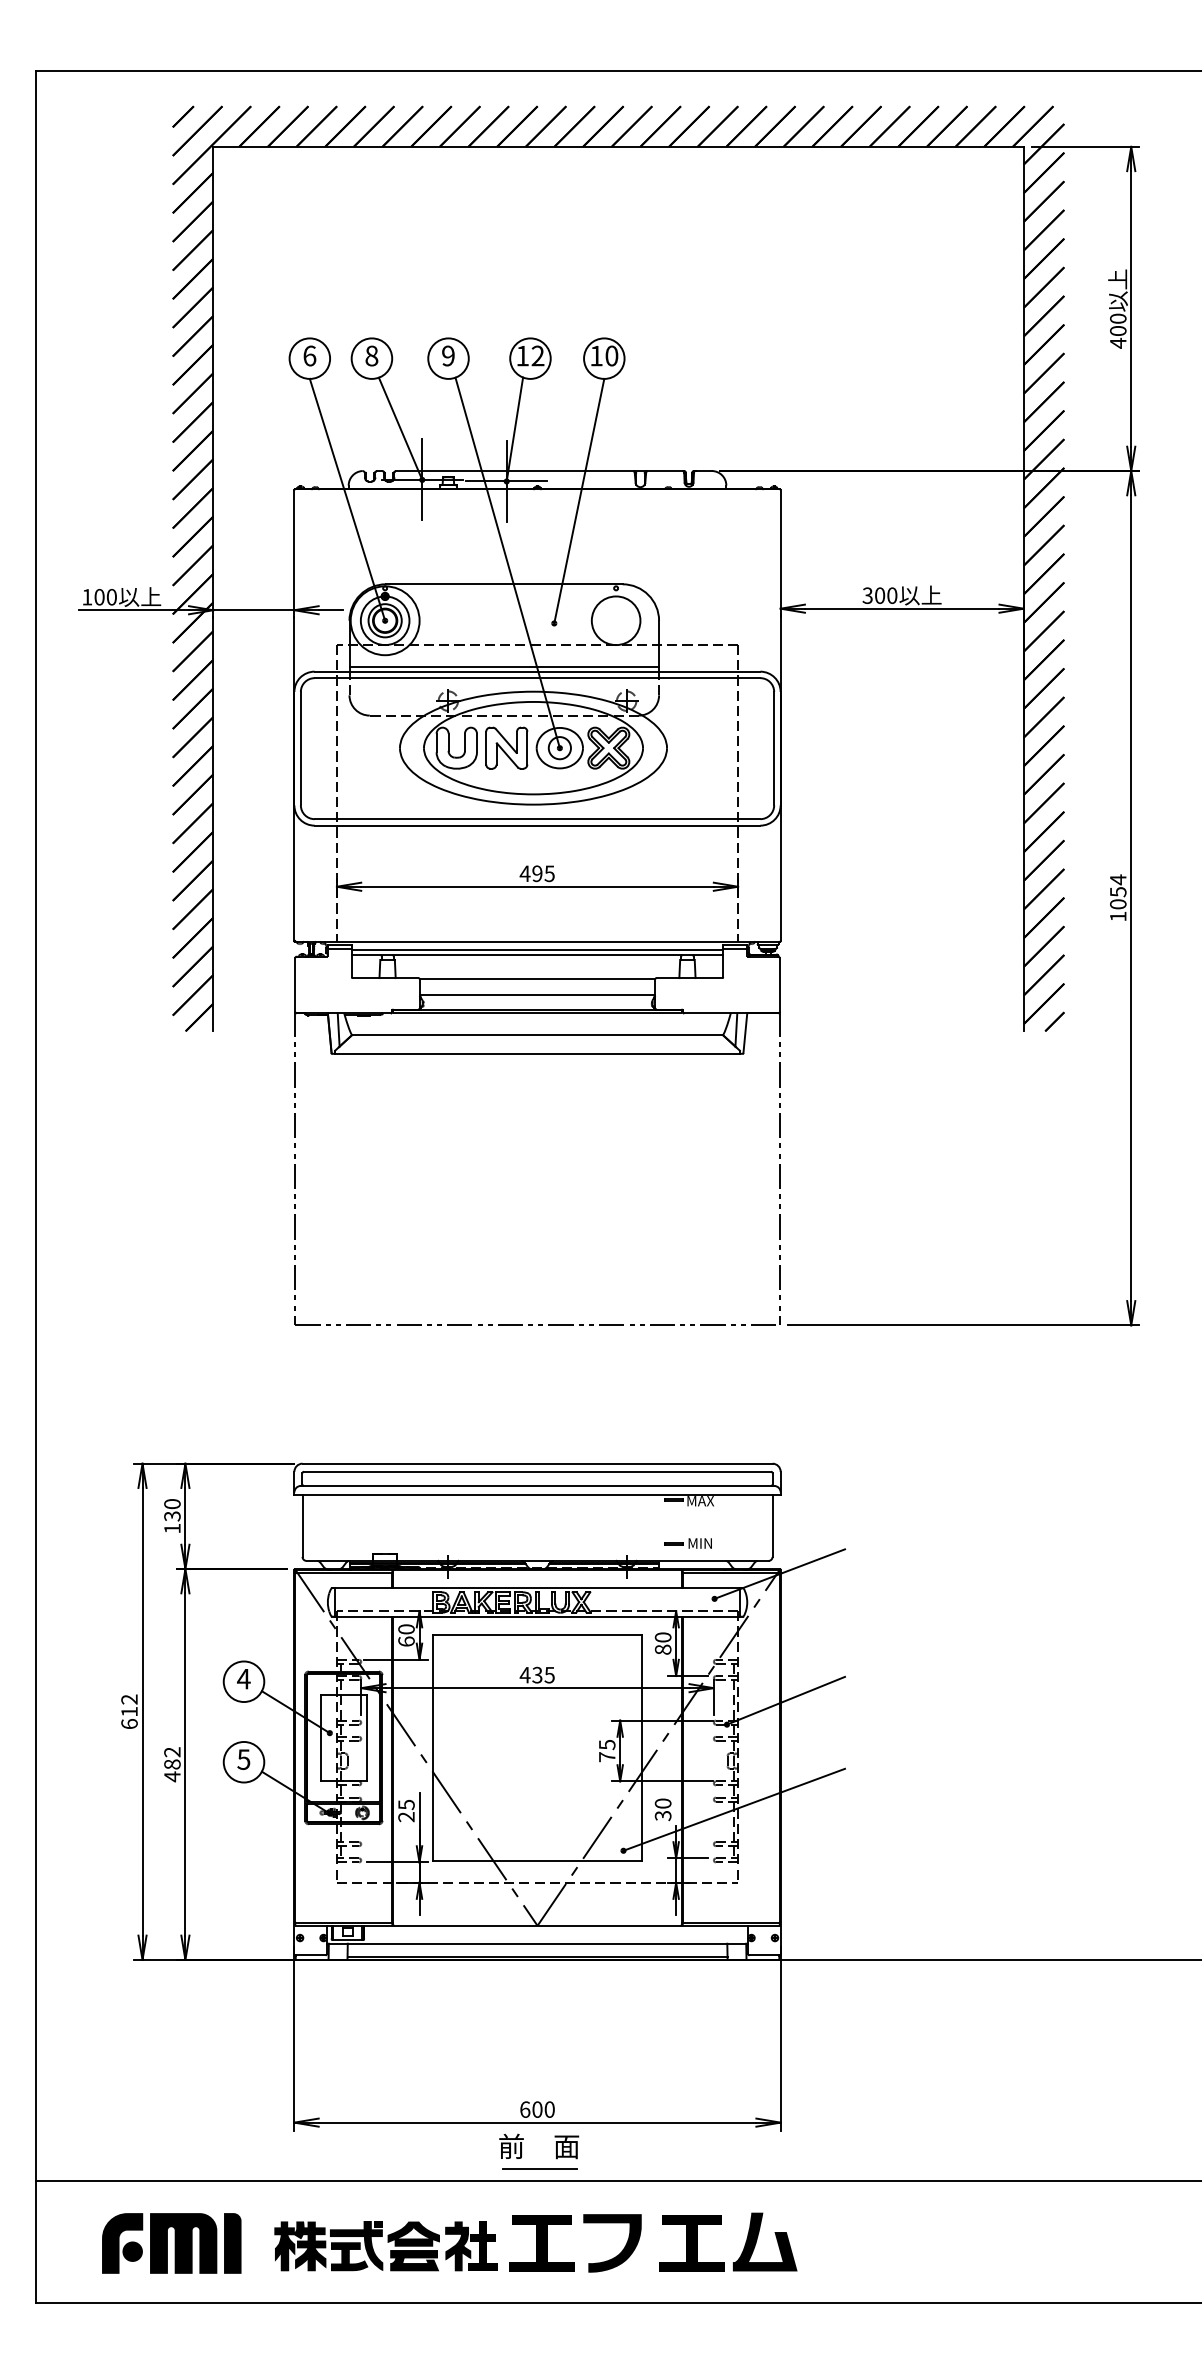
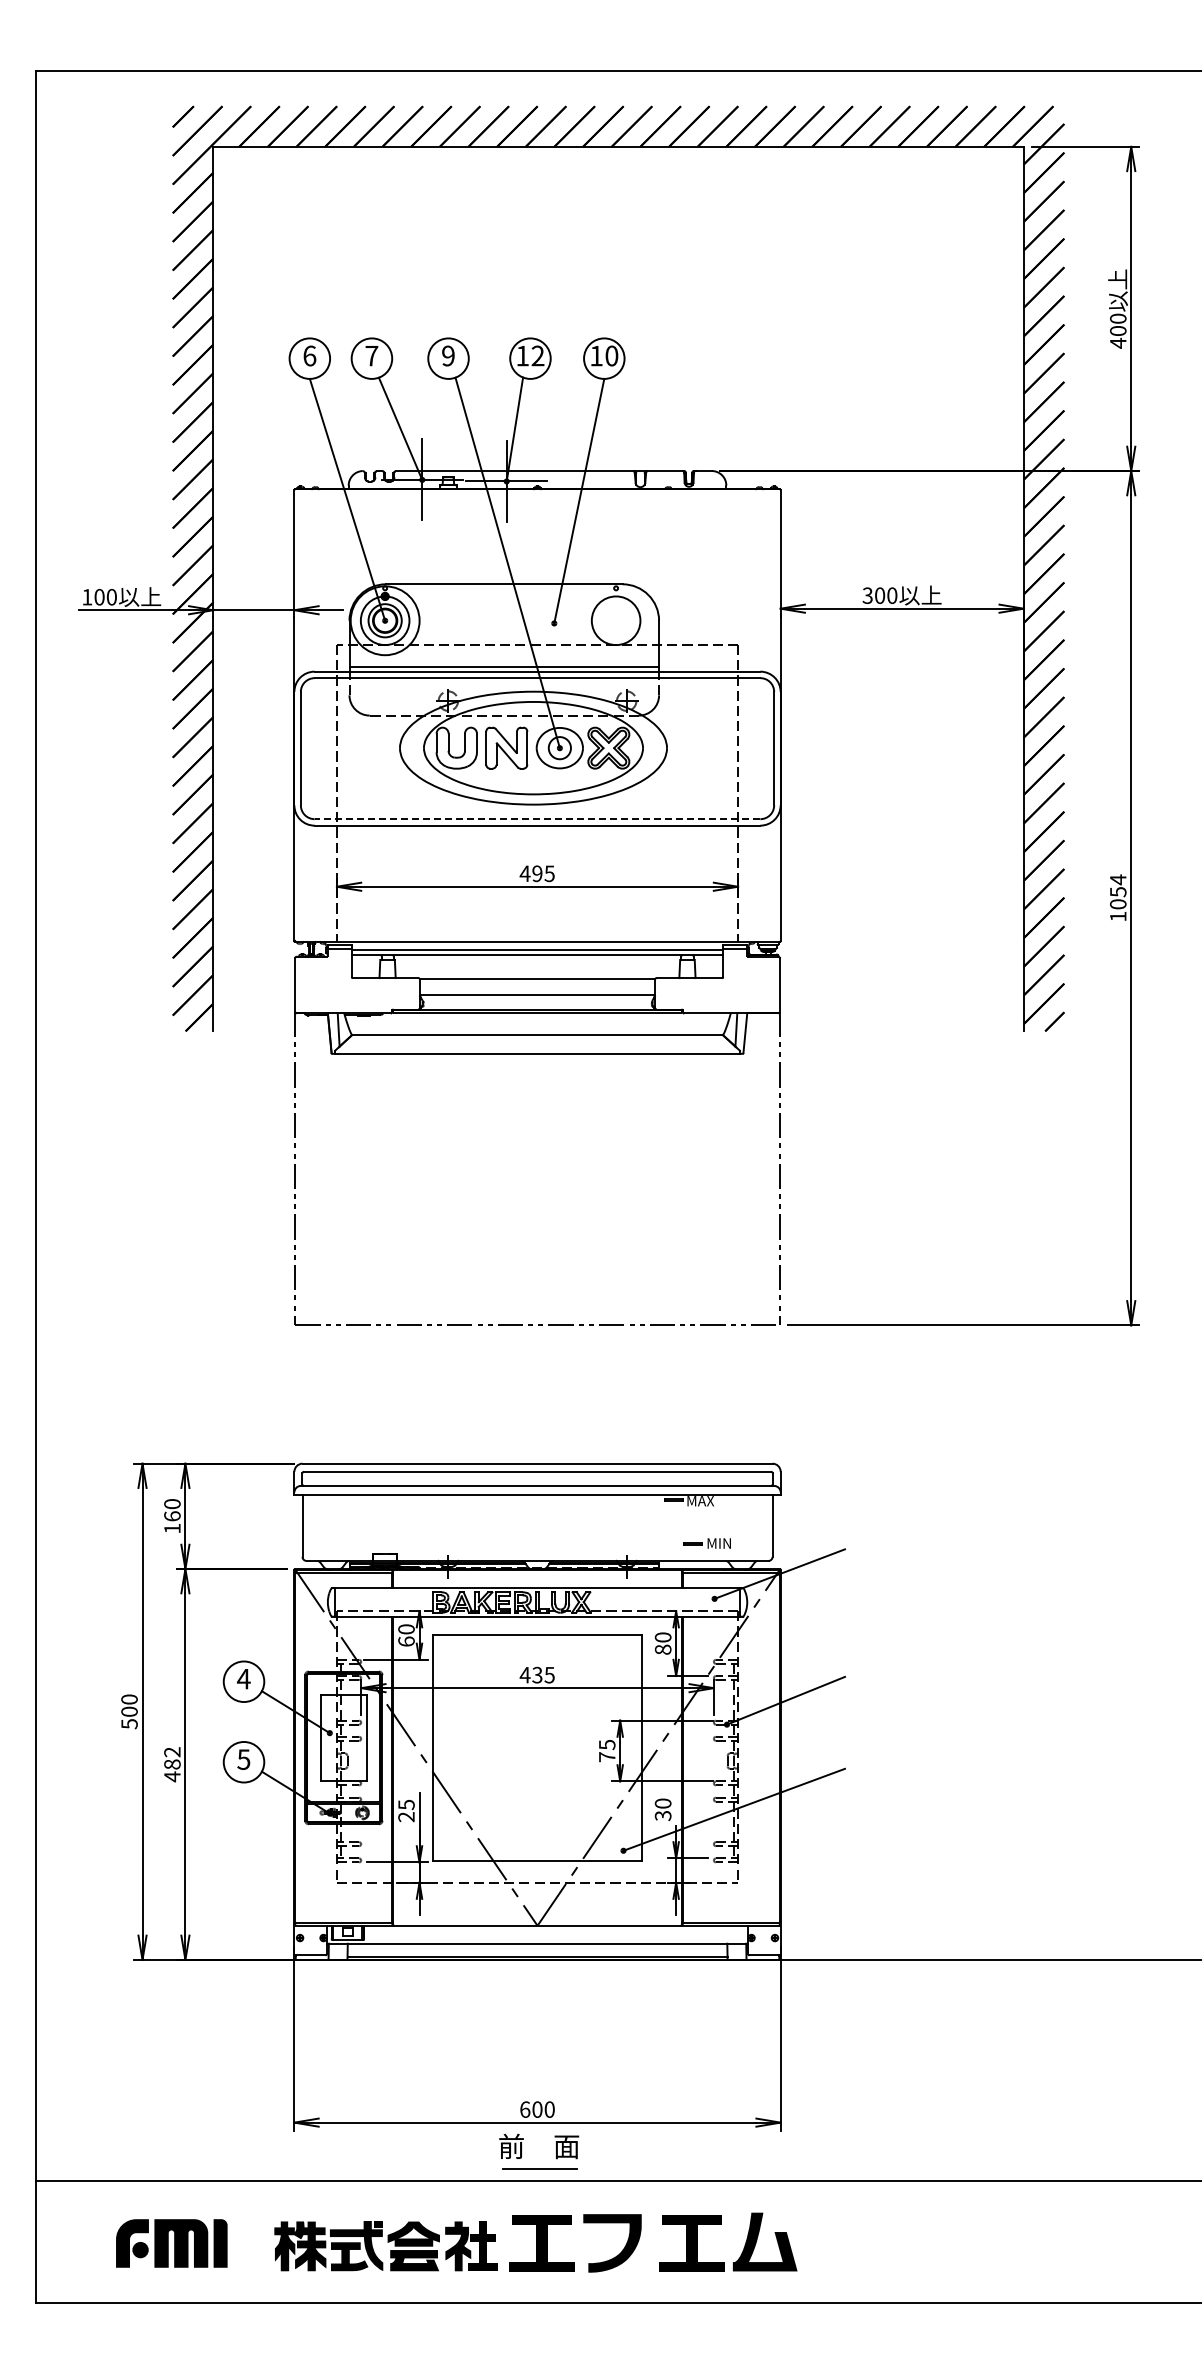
text at (371, 355): 8 -> 7
line at (537, 819): solid -> dashed
text at (172, 1516): 130 -> 160
part at (687, 1543) position: (687, 1543) -> (706, 1543)
text at (129, 1711): 612 -> 500
part at (171, 2243) size: 140x61 px -> 112x49 px
